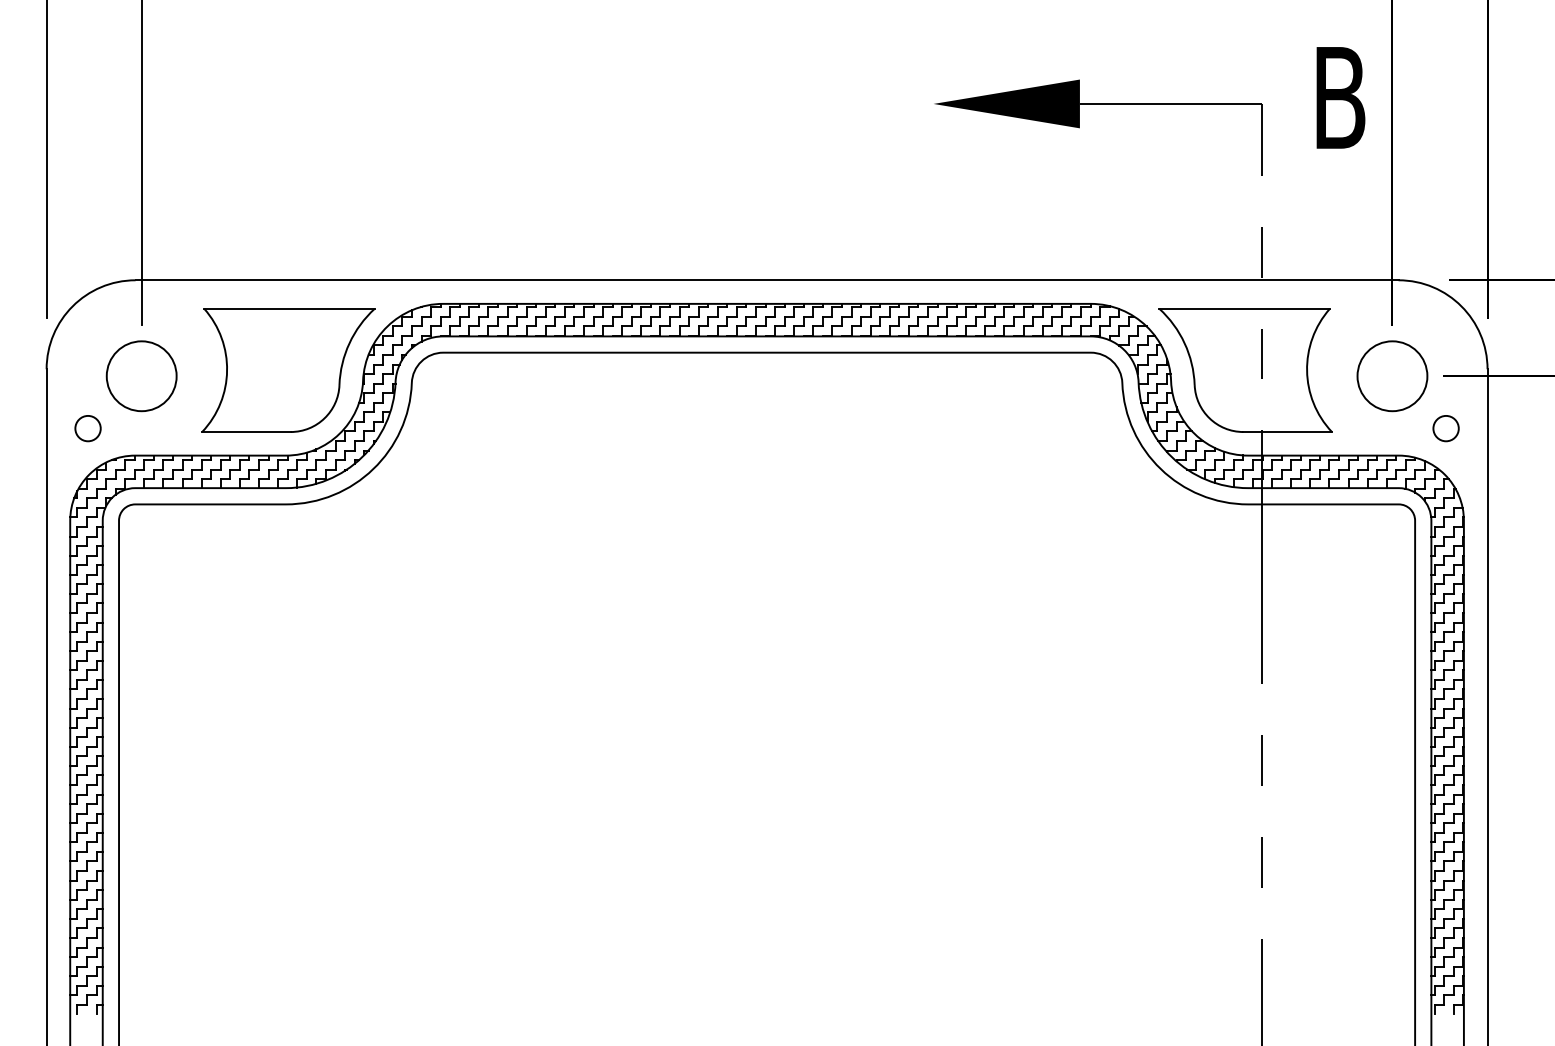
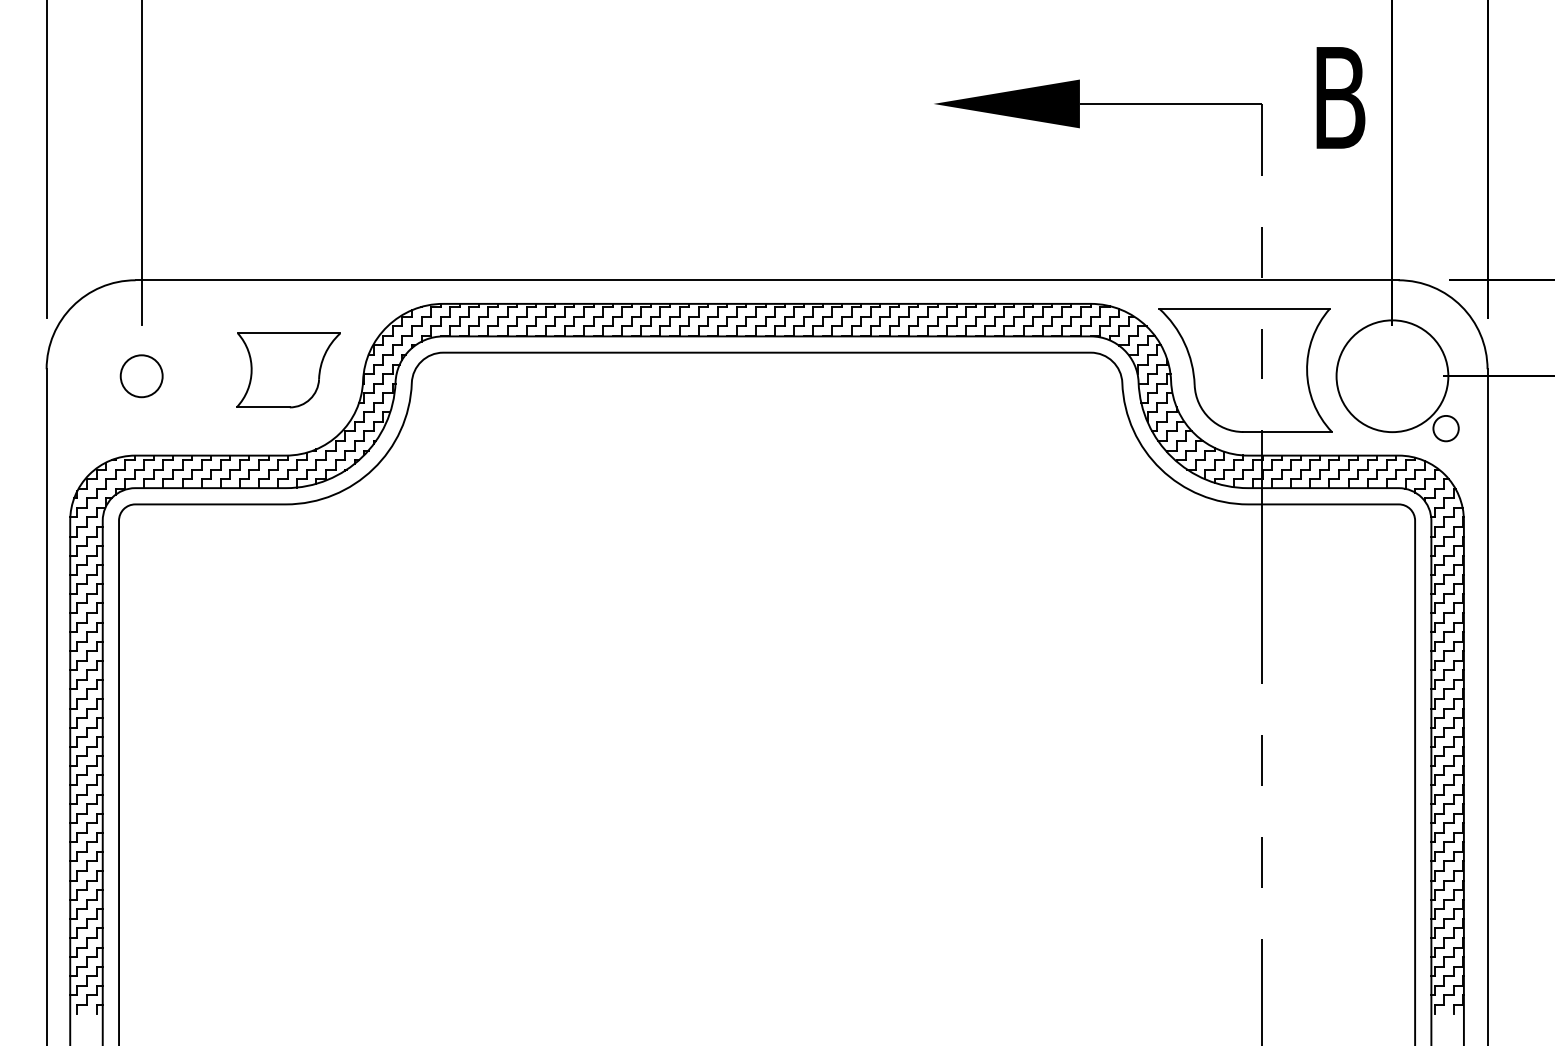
part at (288, 370) size: 175x125 px -> 105x77 px
circle at (141, 376) diameter: 70 px -> 42 px
circle at (1392, 376) diameter: 70 px -> 112 px
circle at (87, 428): present -> none
